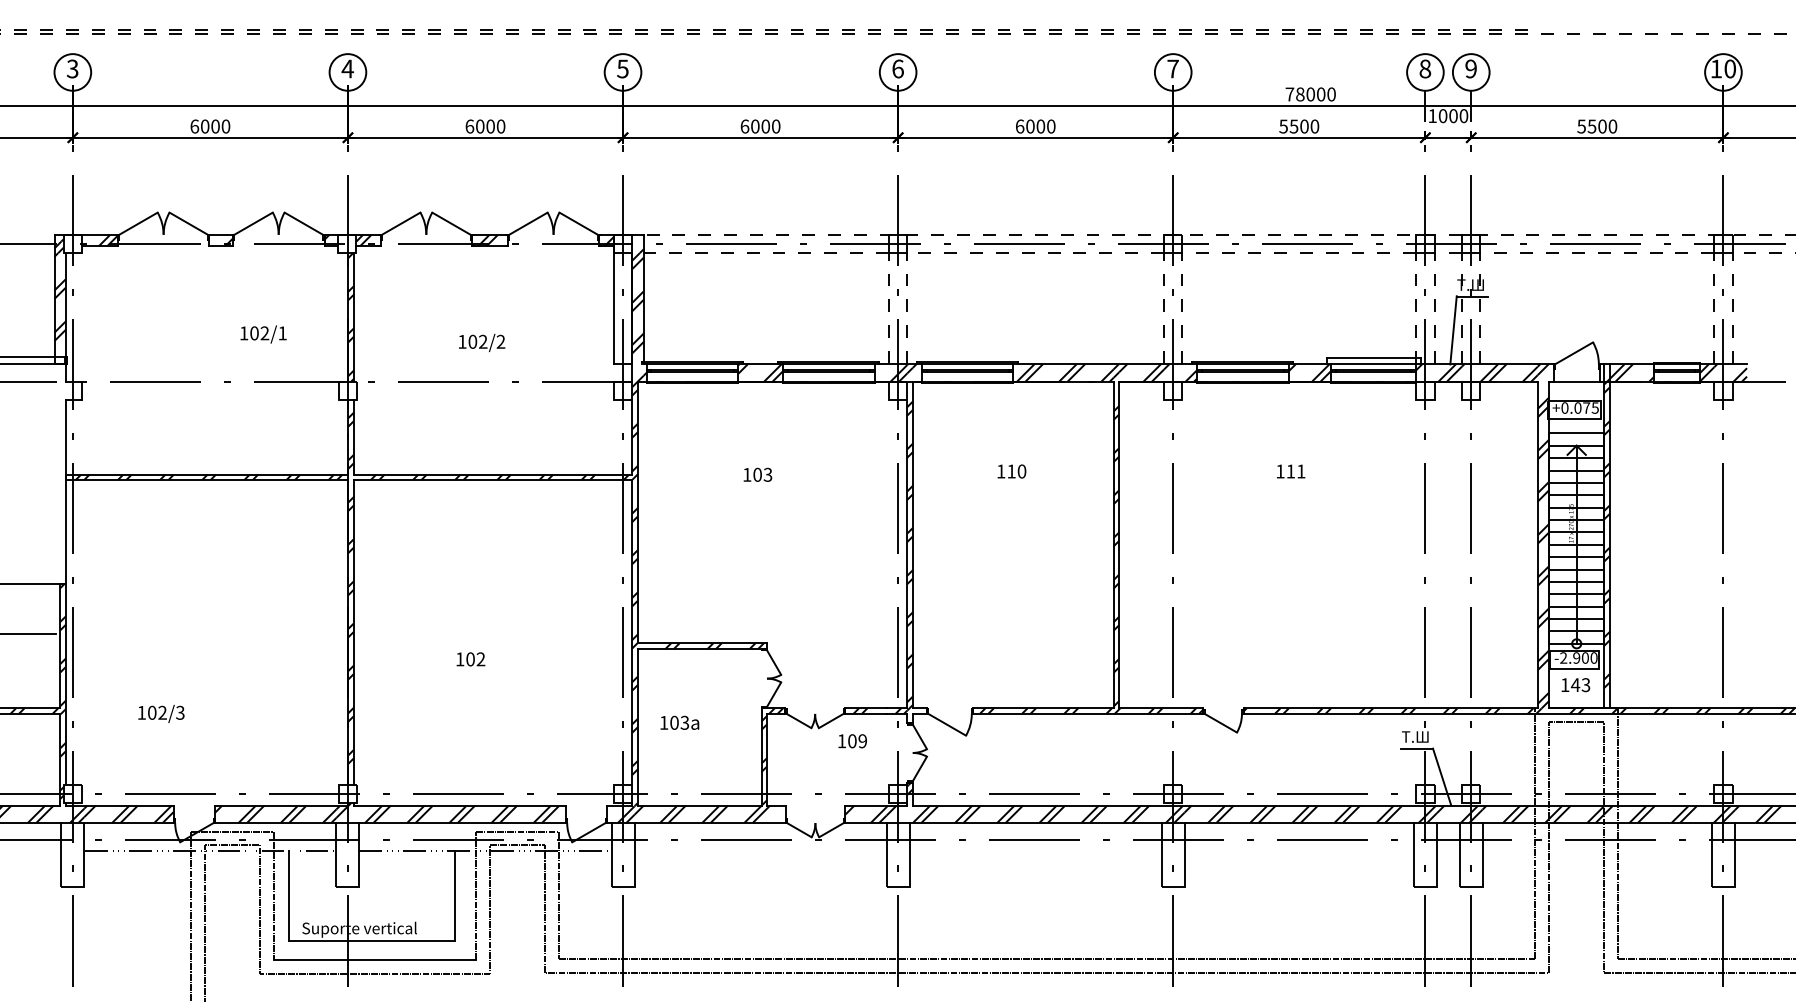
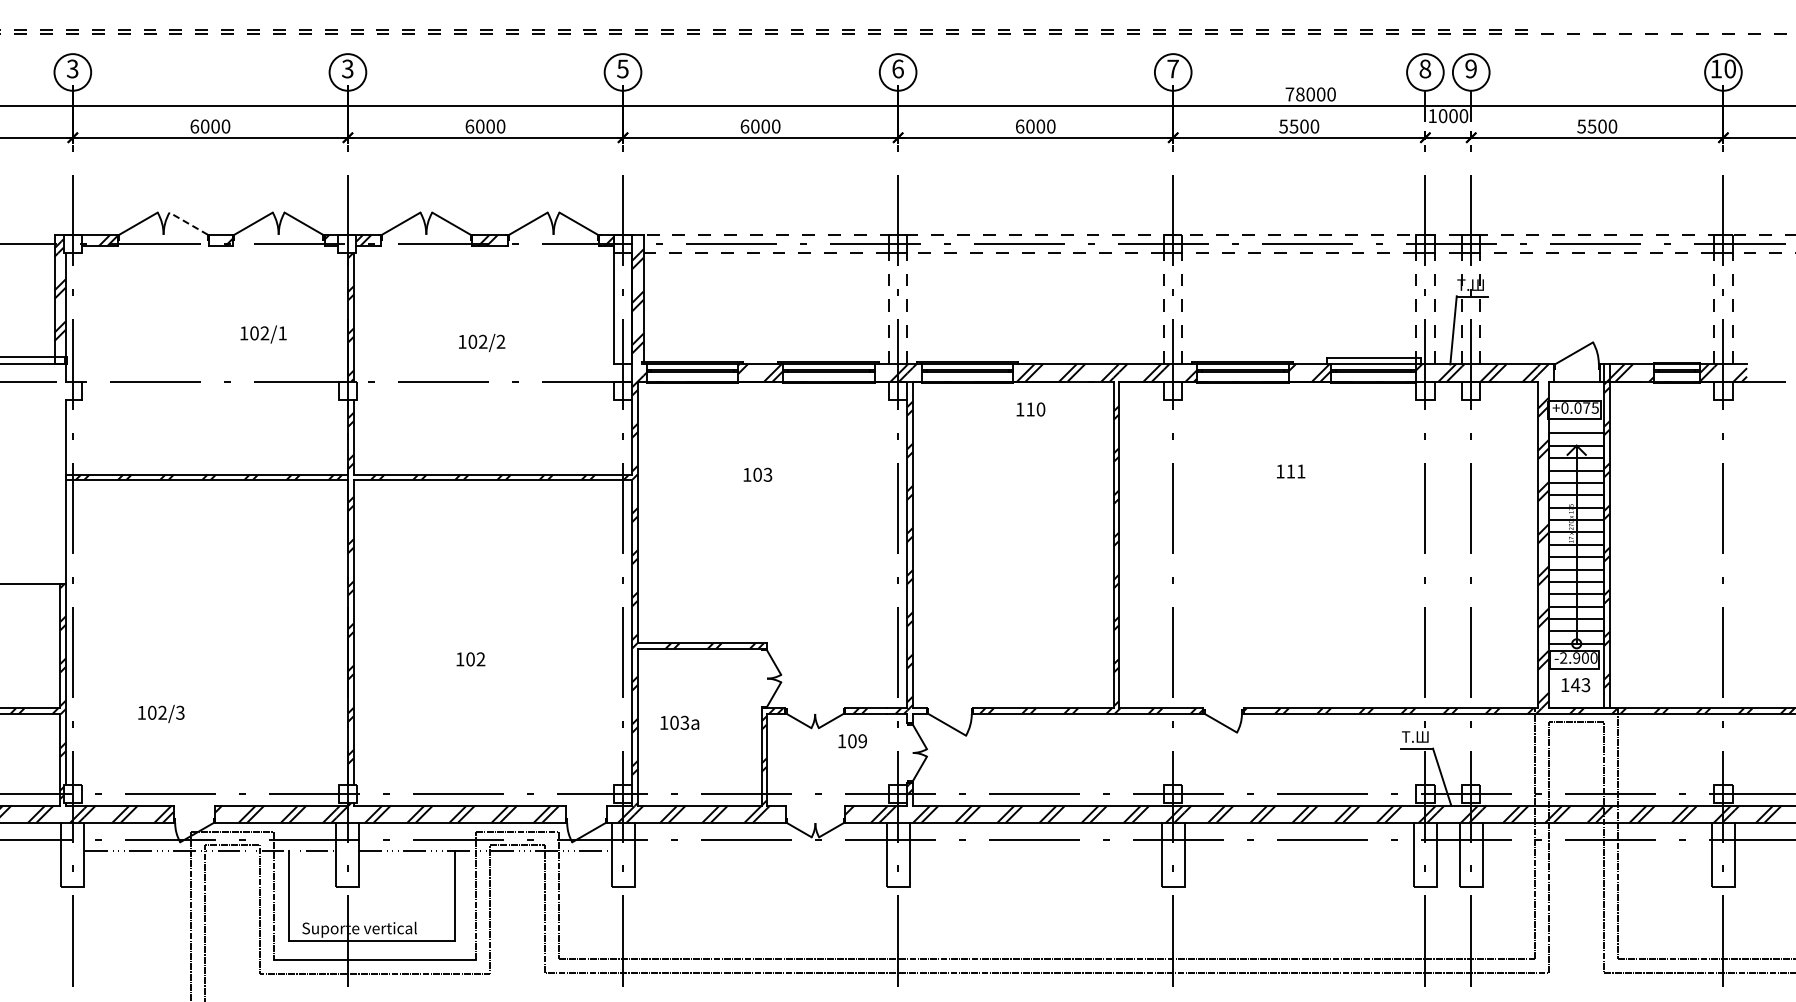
text at (347, 68): 4 -> 3
line at (188, 223): solid -> dashed
text at (1011, 471) position: (1011, 471) -> (1030, 409)
line at (28, 633): present -> none
